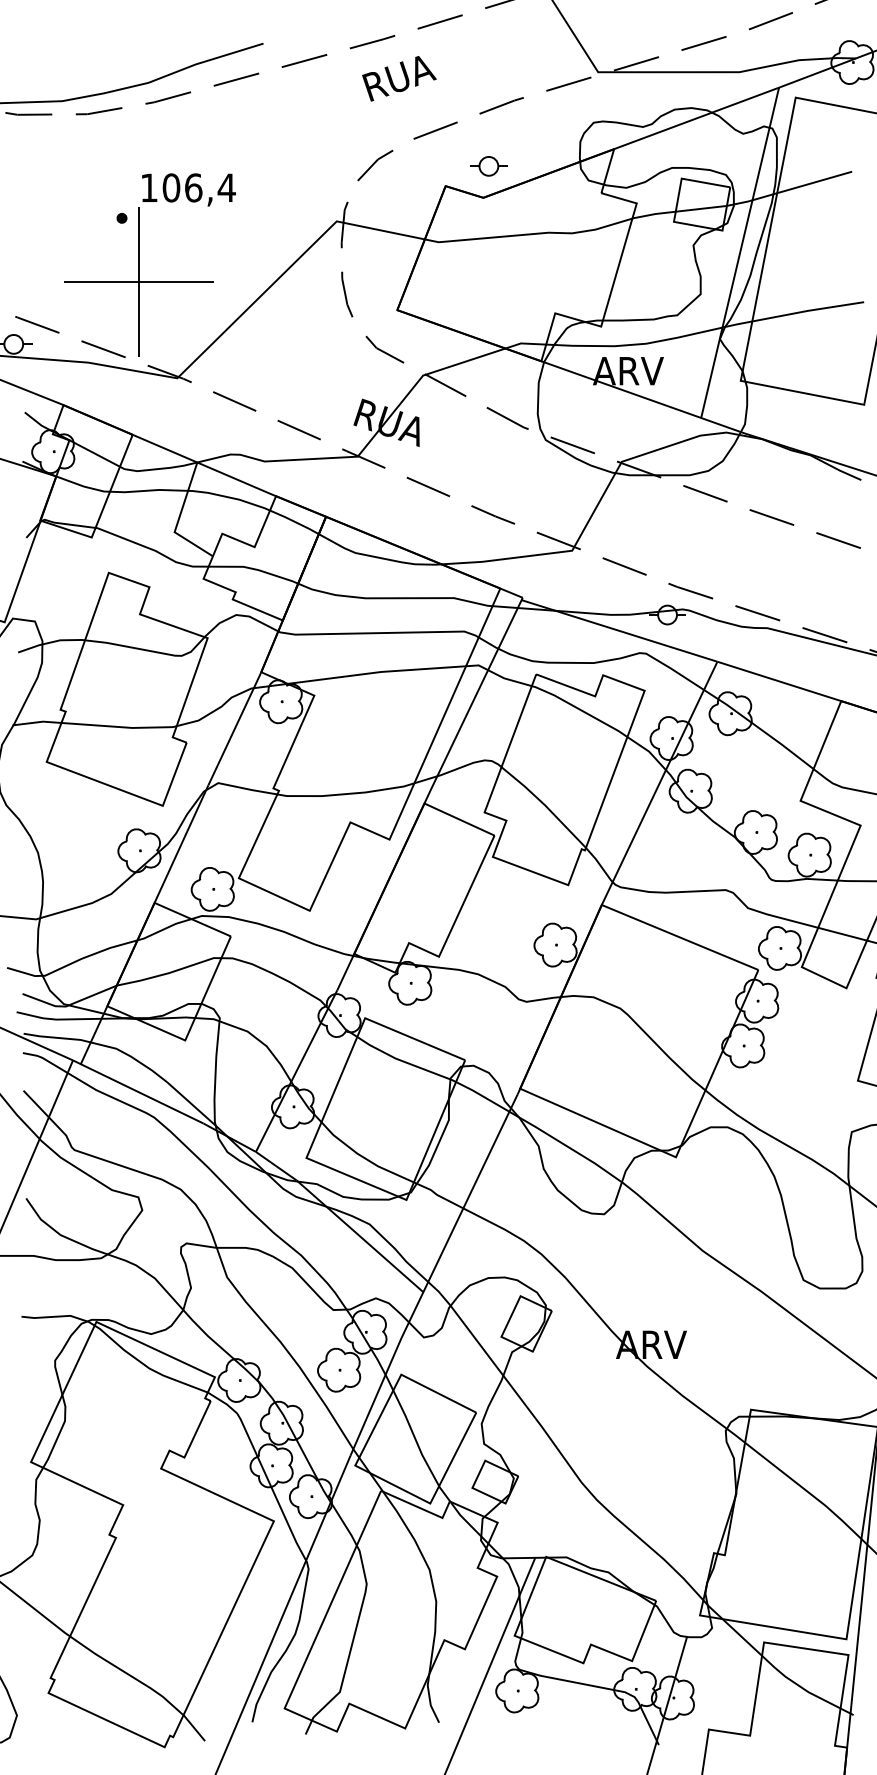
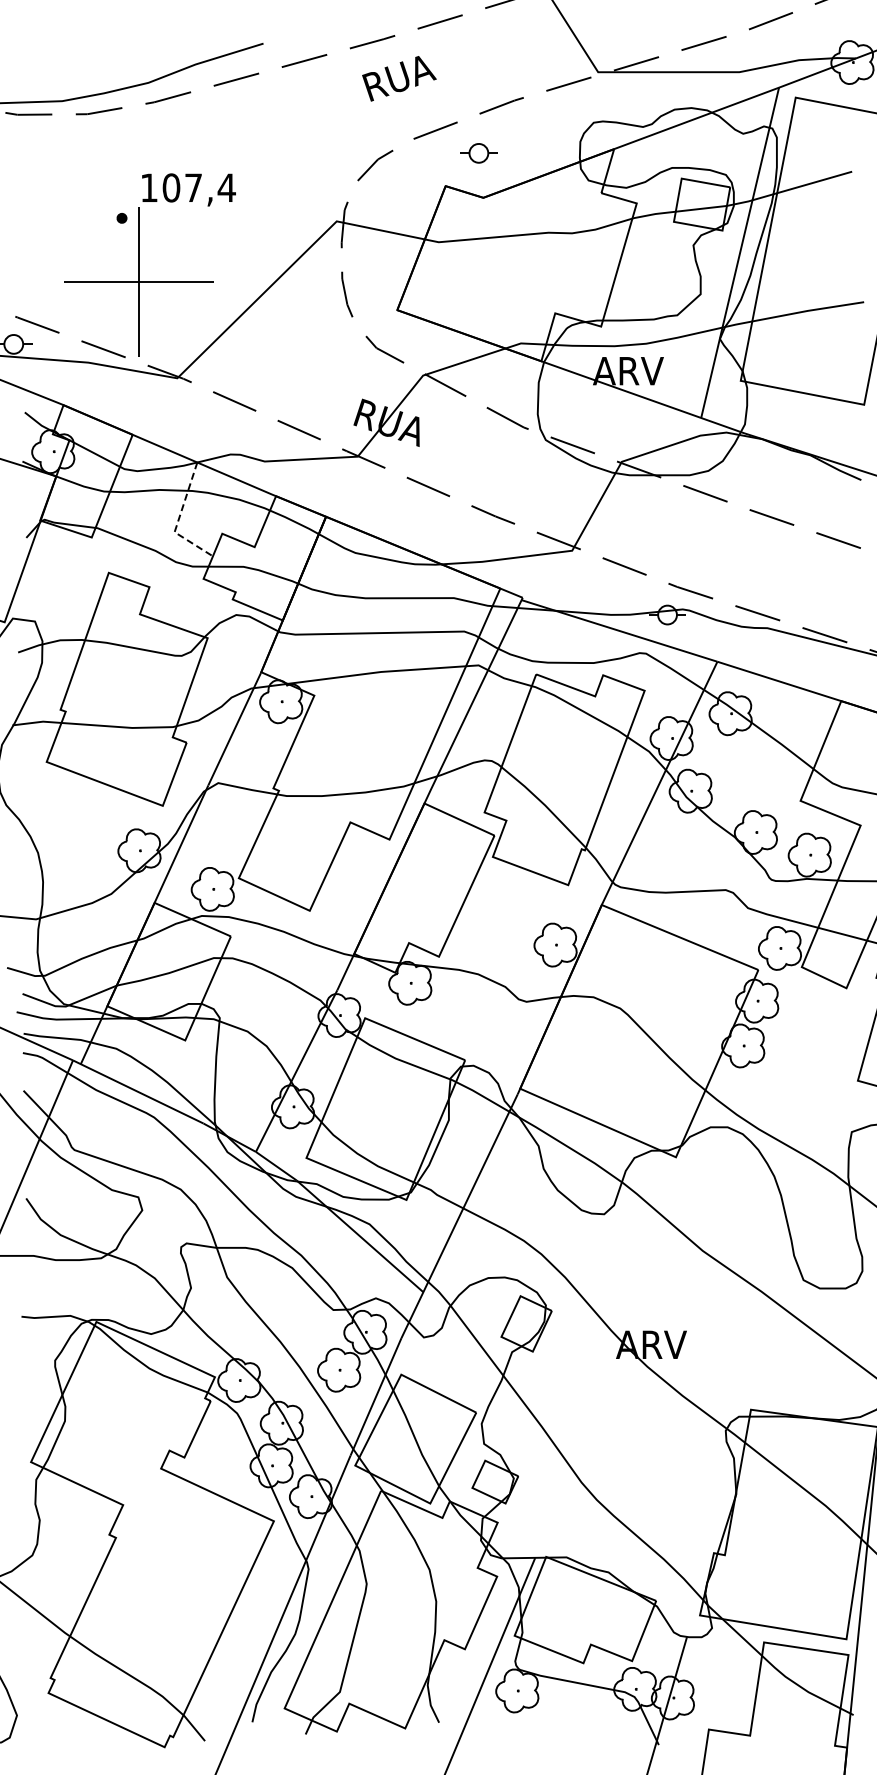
part at (488, 166) position: (488, 166) -> (478, 153)
text at (193, 187): 106,4 -> 107,4
line at (178, 519): solid -> dashed
